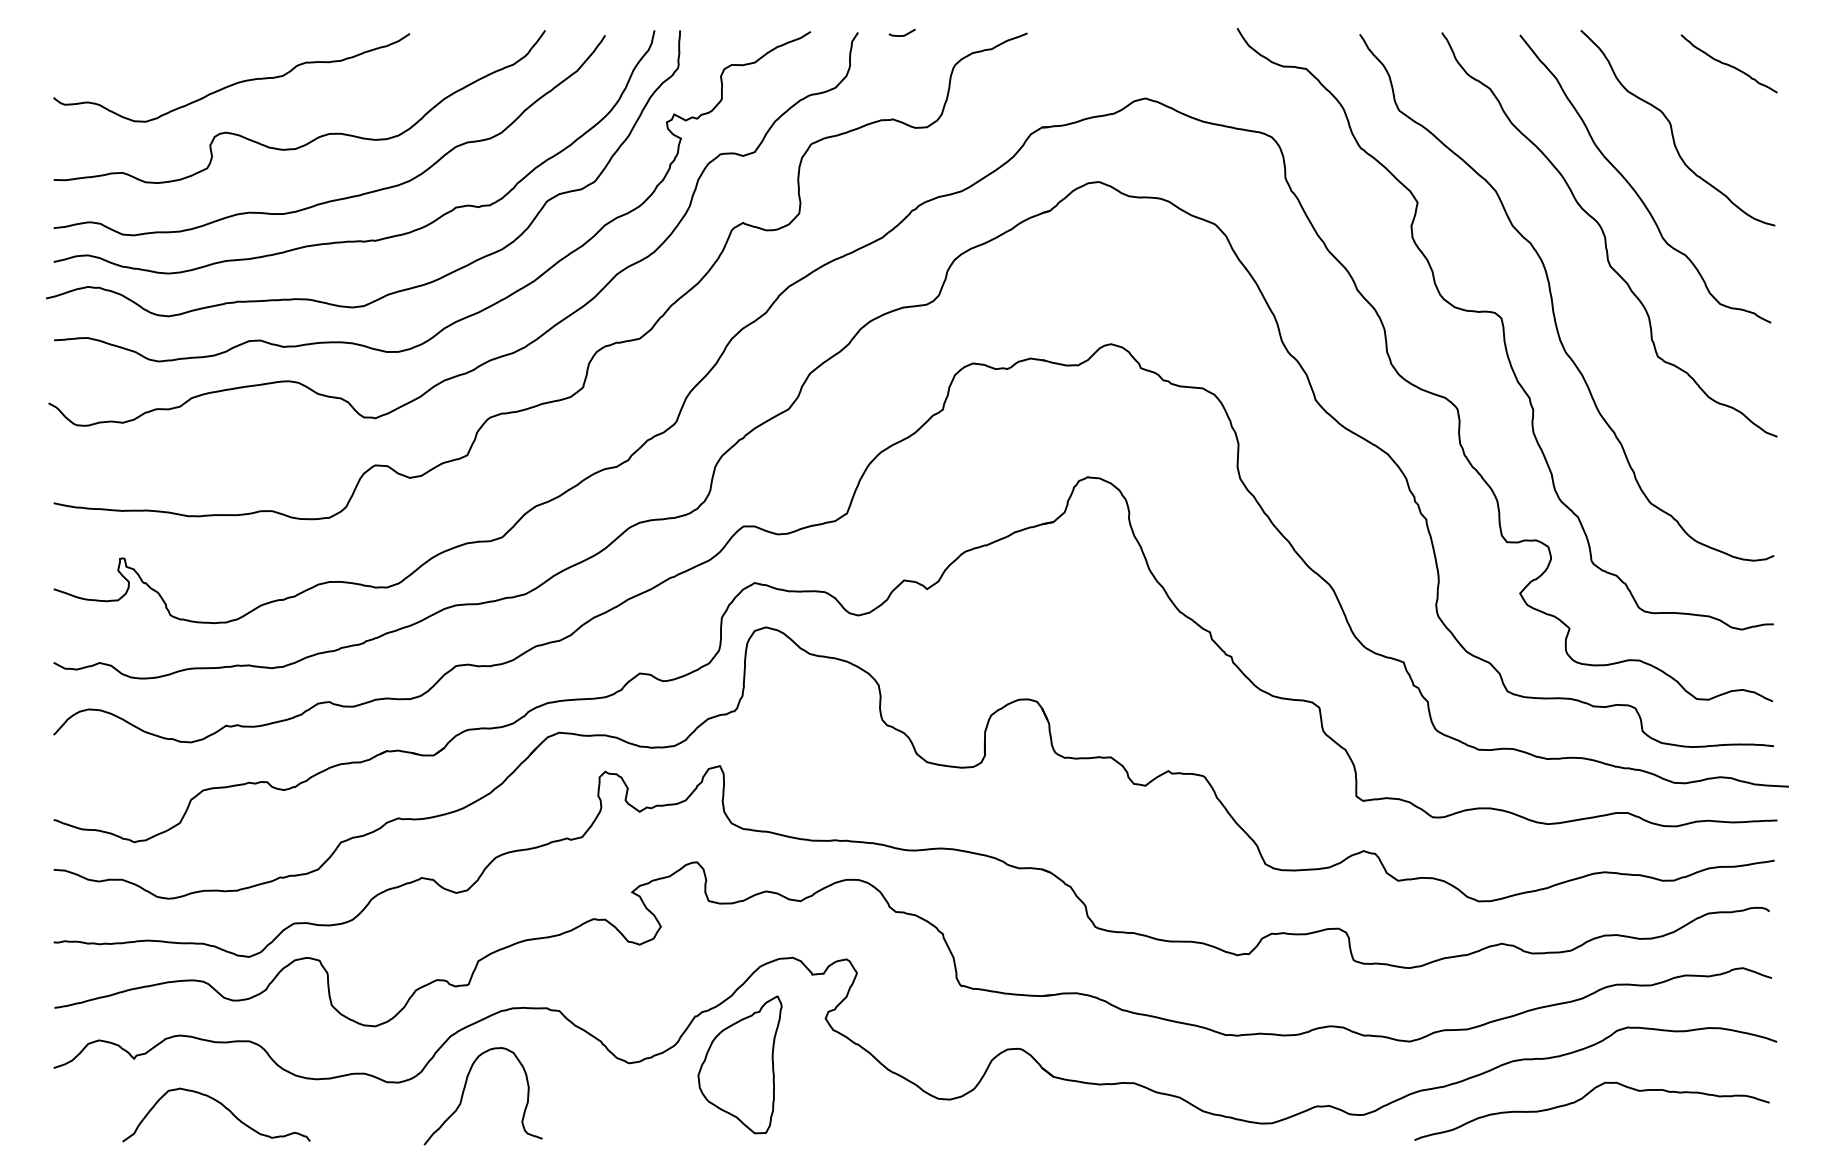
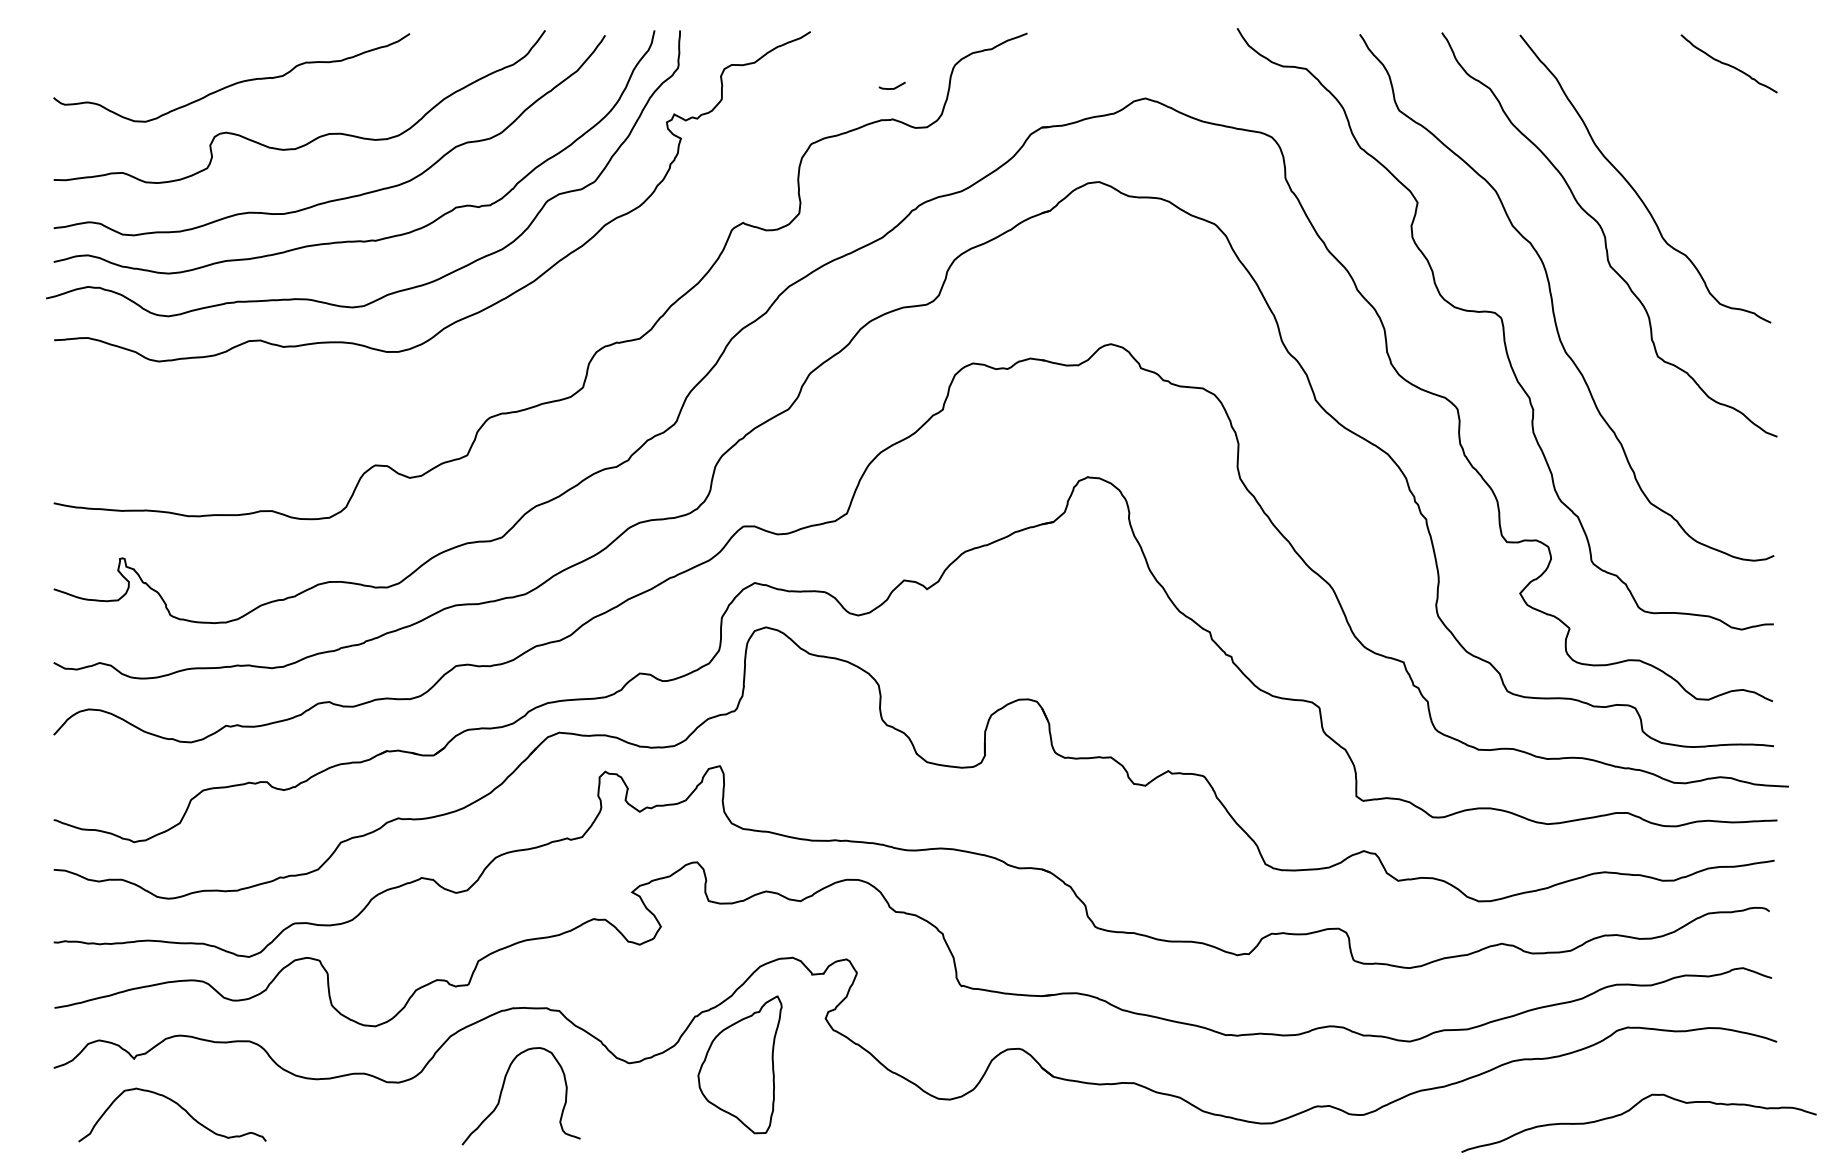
line at (901, 35) position: (901, 35) -> (891, 88)
curve at (1672, 128): present -> none
curve at (495, 357): present -> none
curve at (464, 1091) position: (464, 1091) -> (502, 1091)
curve at (1582, 1099) position: (1582, 1099) -> (1629, 1111)
curve at (222, 1106) position: (222, 1106) -> (178, 1106)
